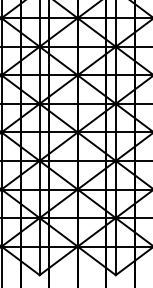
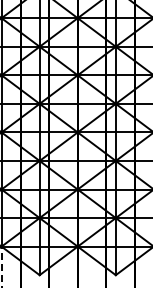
line at (1, 267): solid -> dashed
